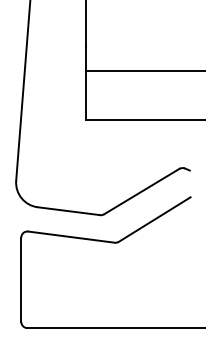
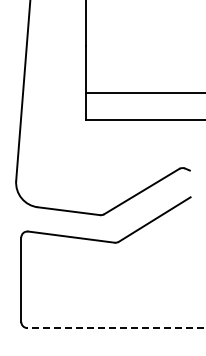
line at (143, 70) position: (143, 70) -> (143, 92)
line at (116, 328): solid -> dashed
